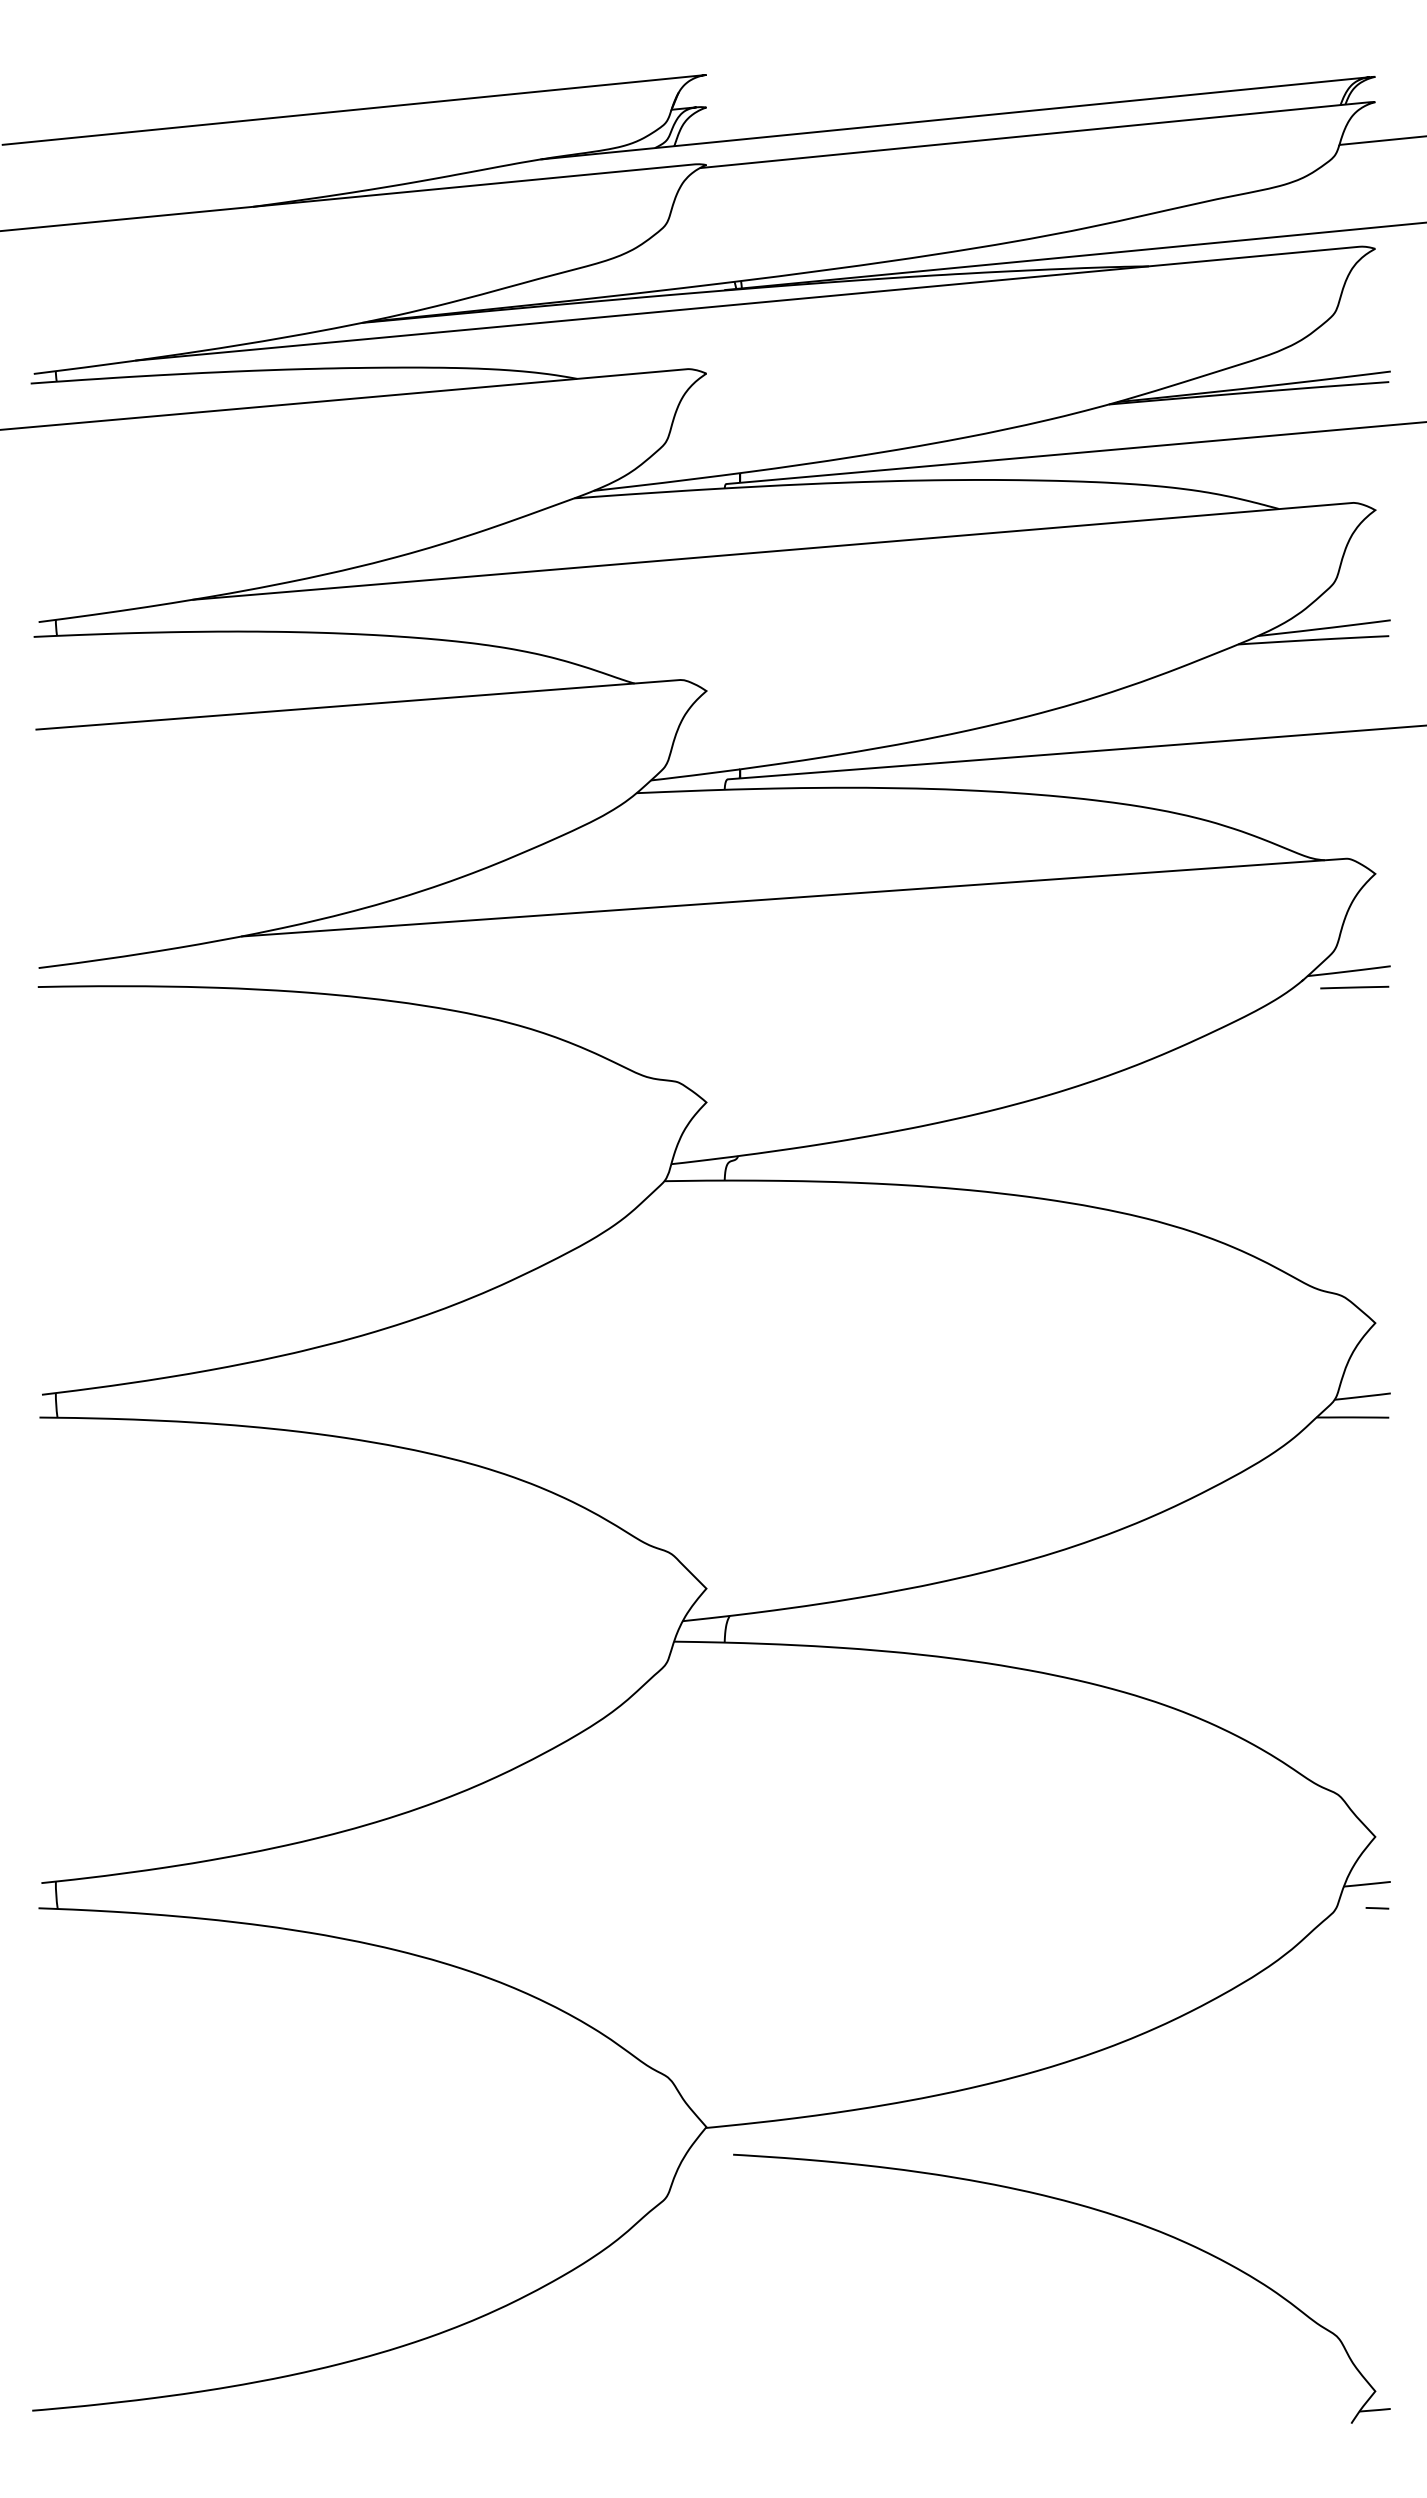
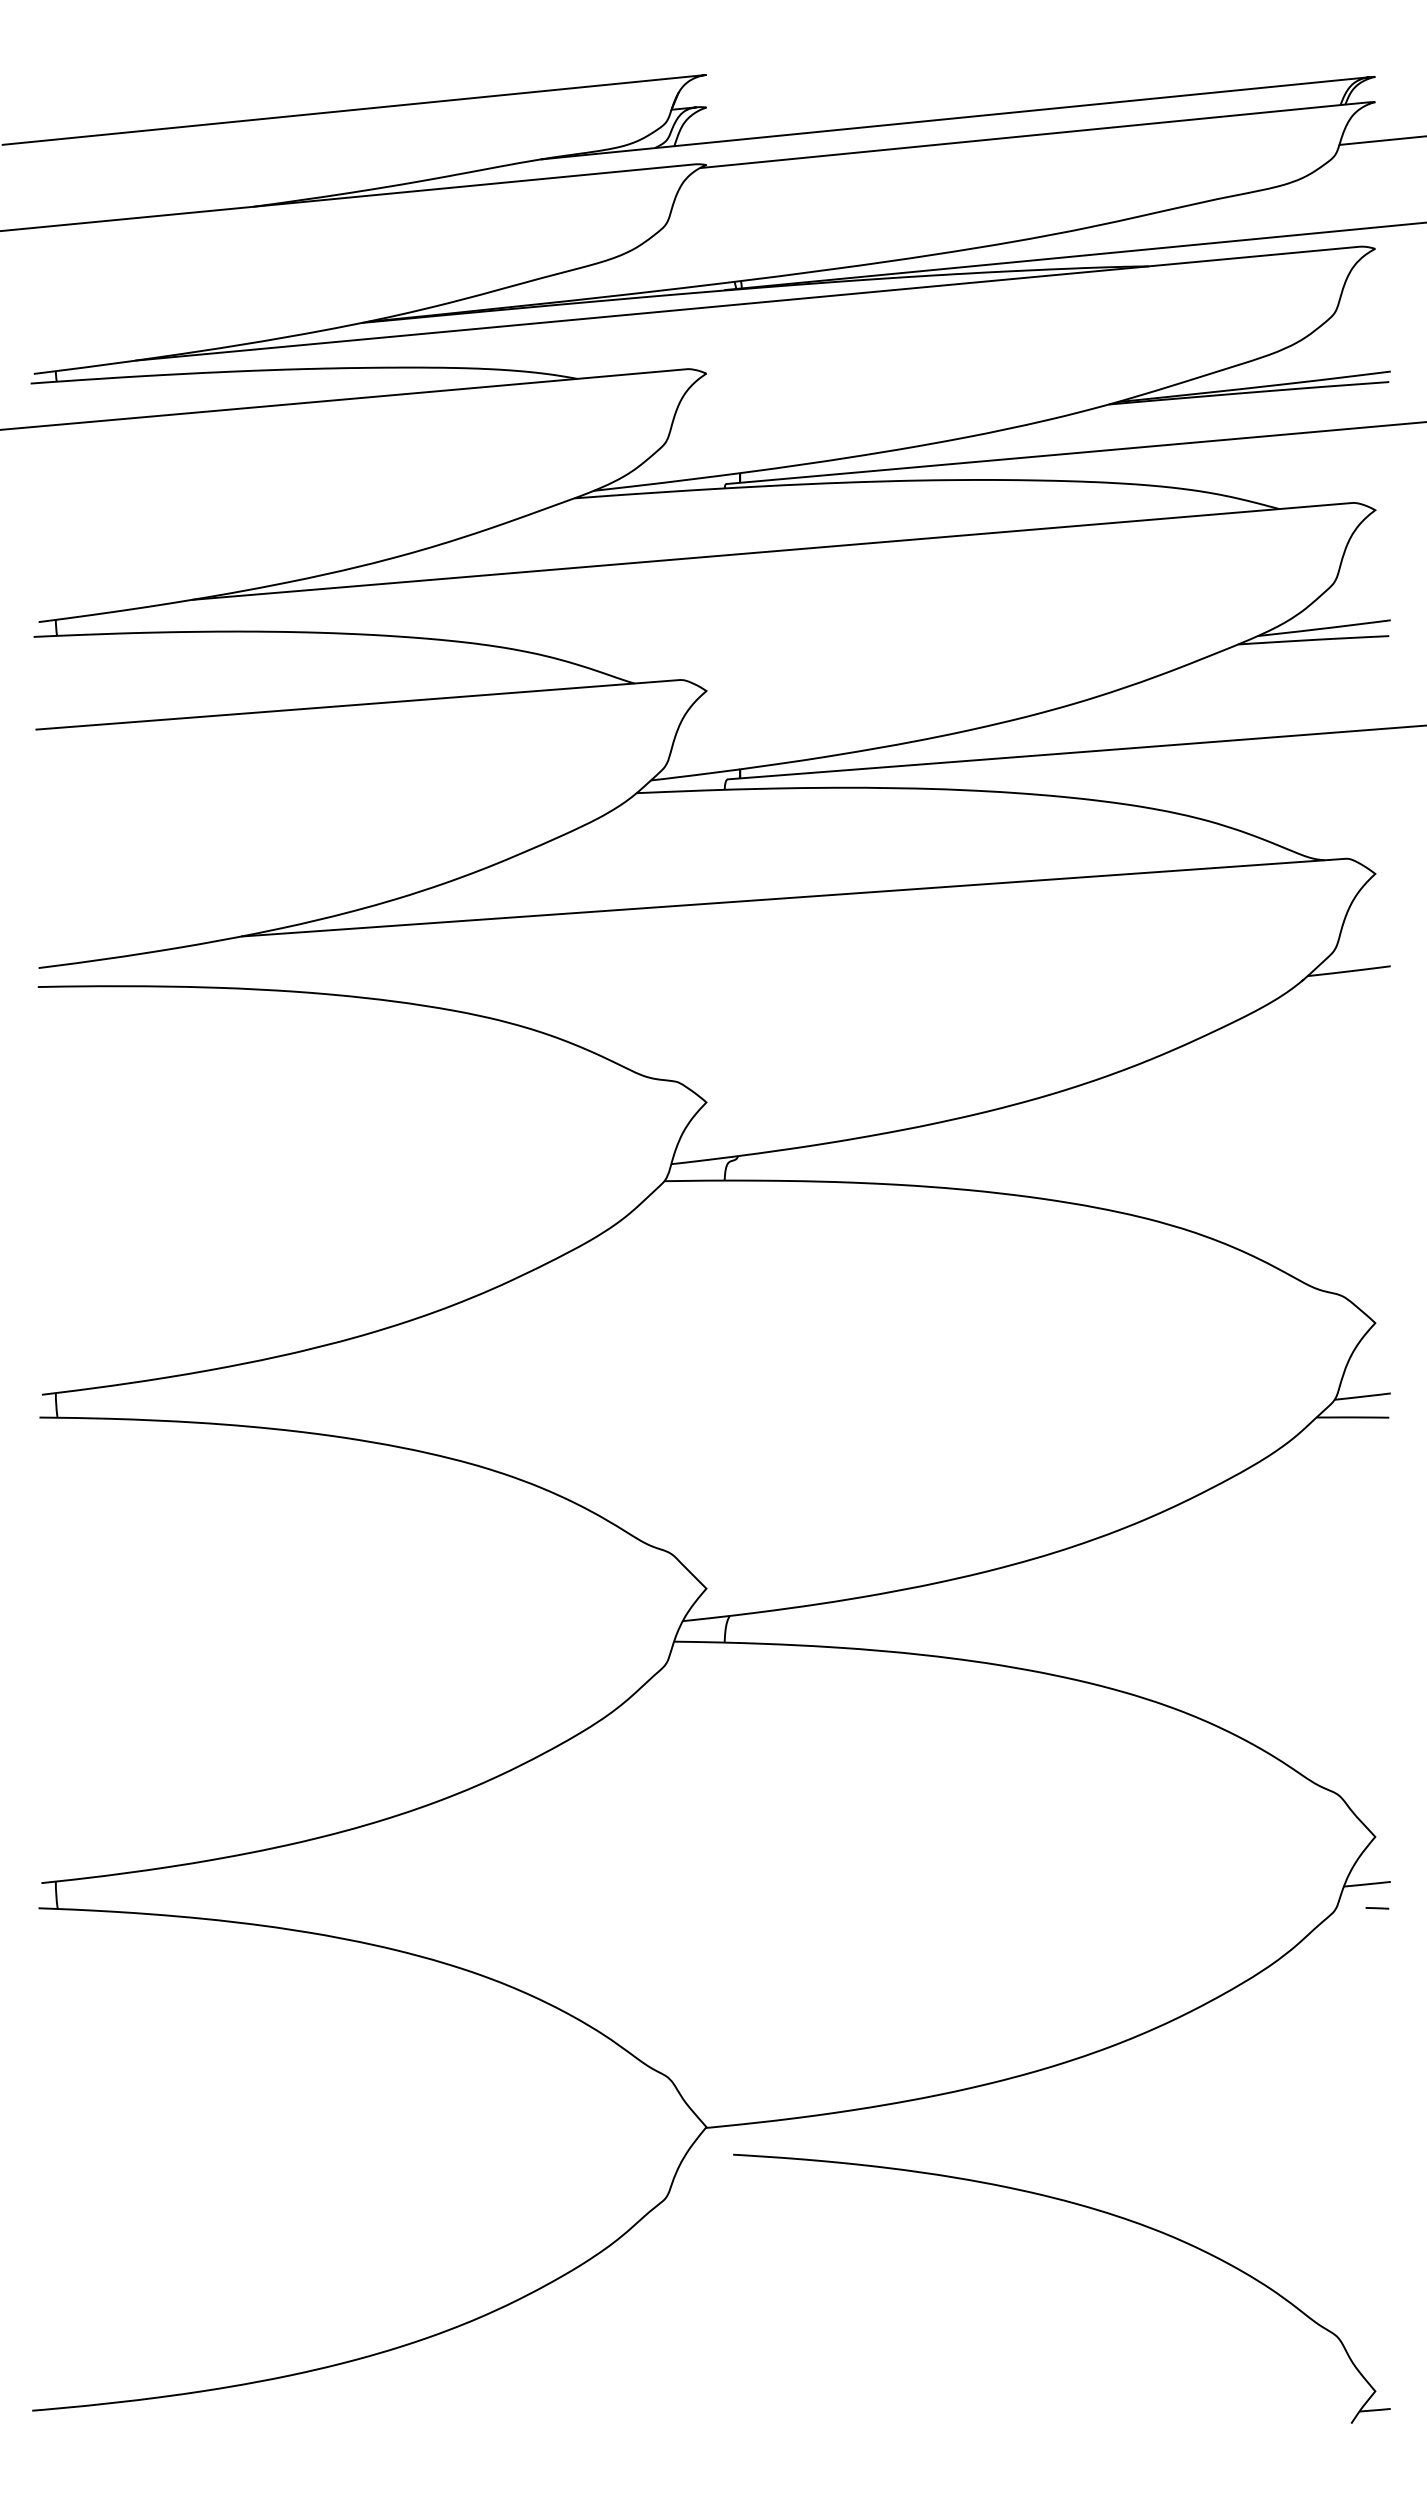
line at (1354, 987): present -> none
